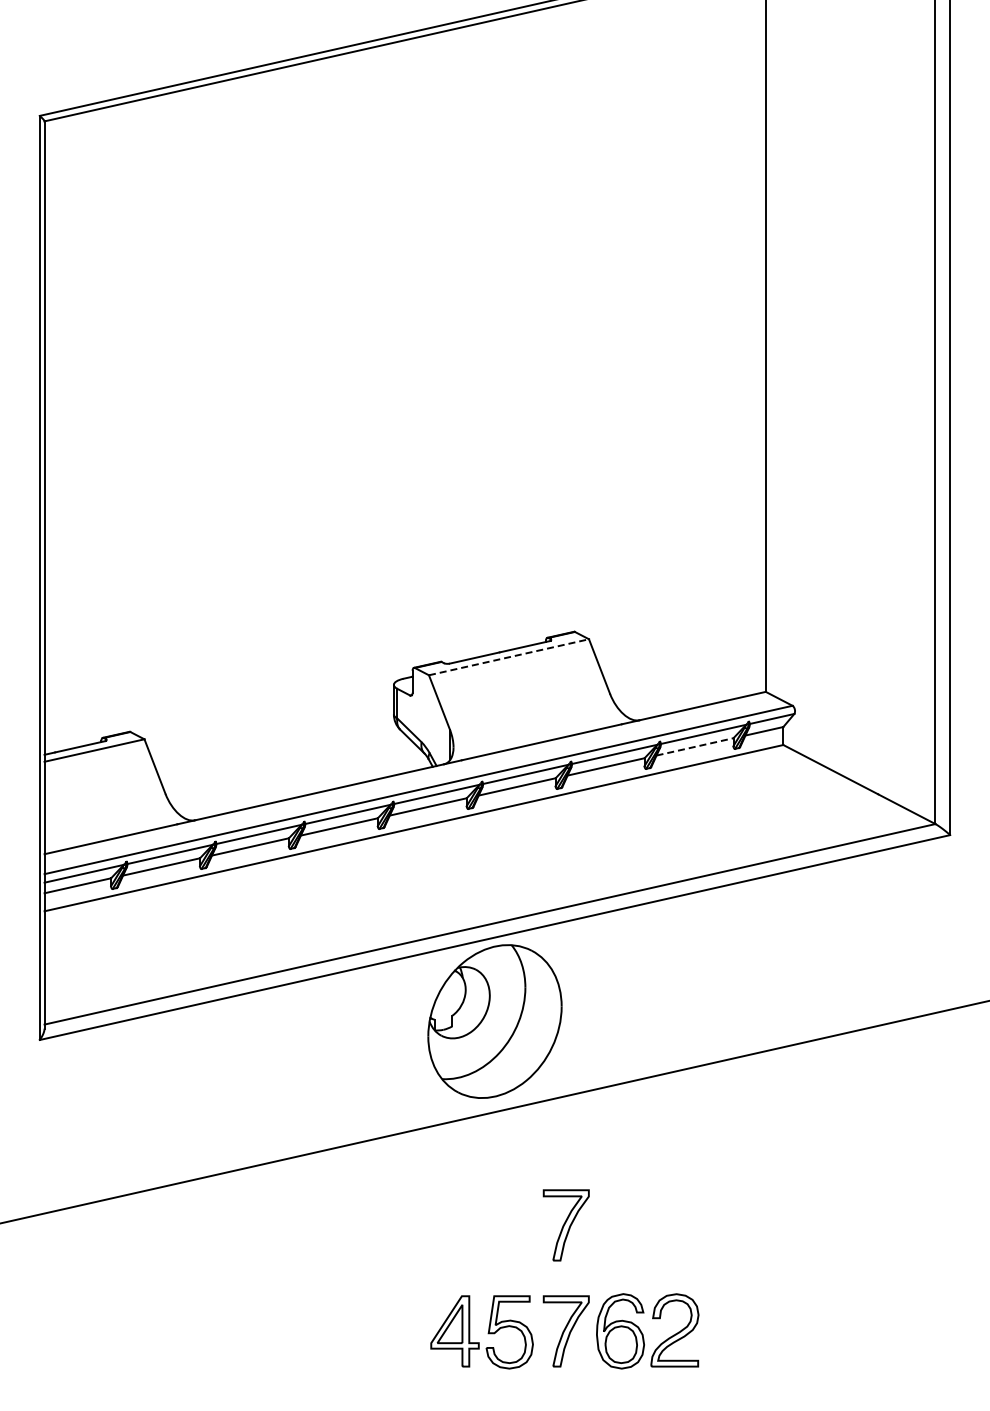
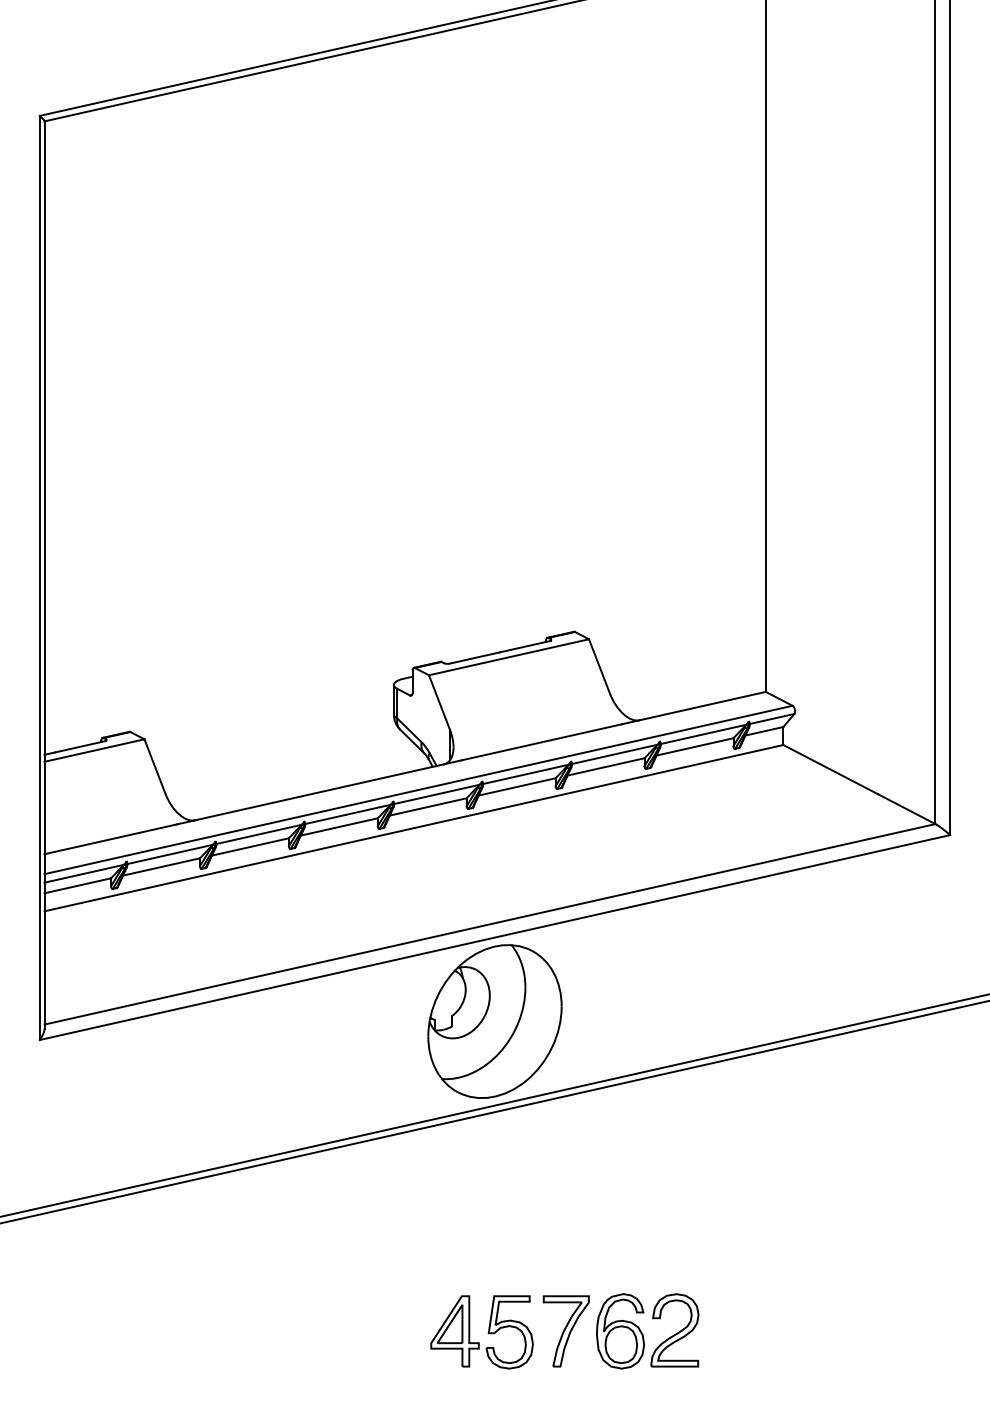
line at (509, 657): dashed -> solid
line at (695, 746): dashed -> solid
line at (494, 1105): none -> present
part at (565, 1225): present -> none
